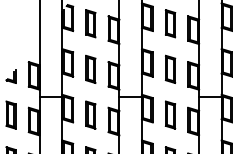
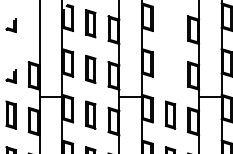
part at (170, 23): present -> none
part at (10, 25): none -> present
part at (170, 68): present -> none
